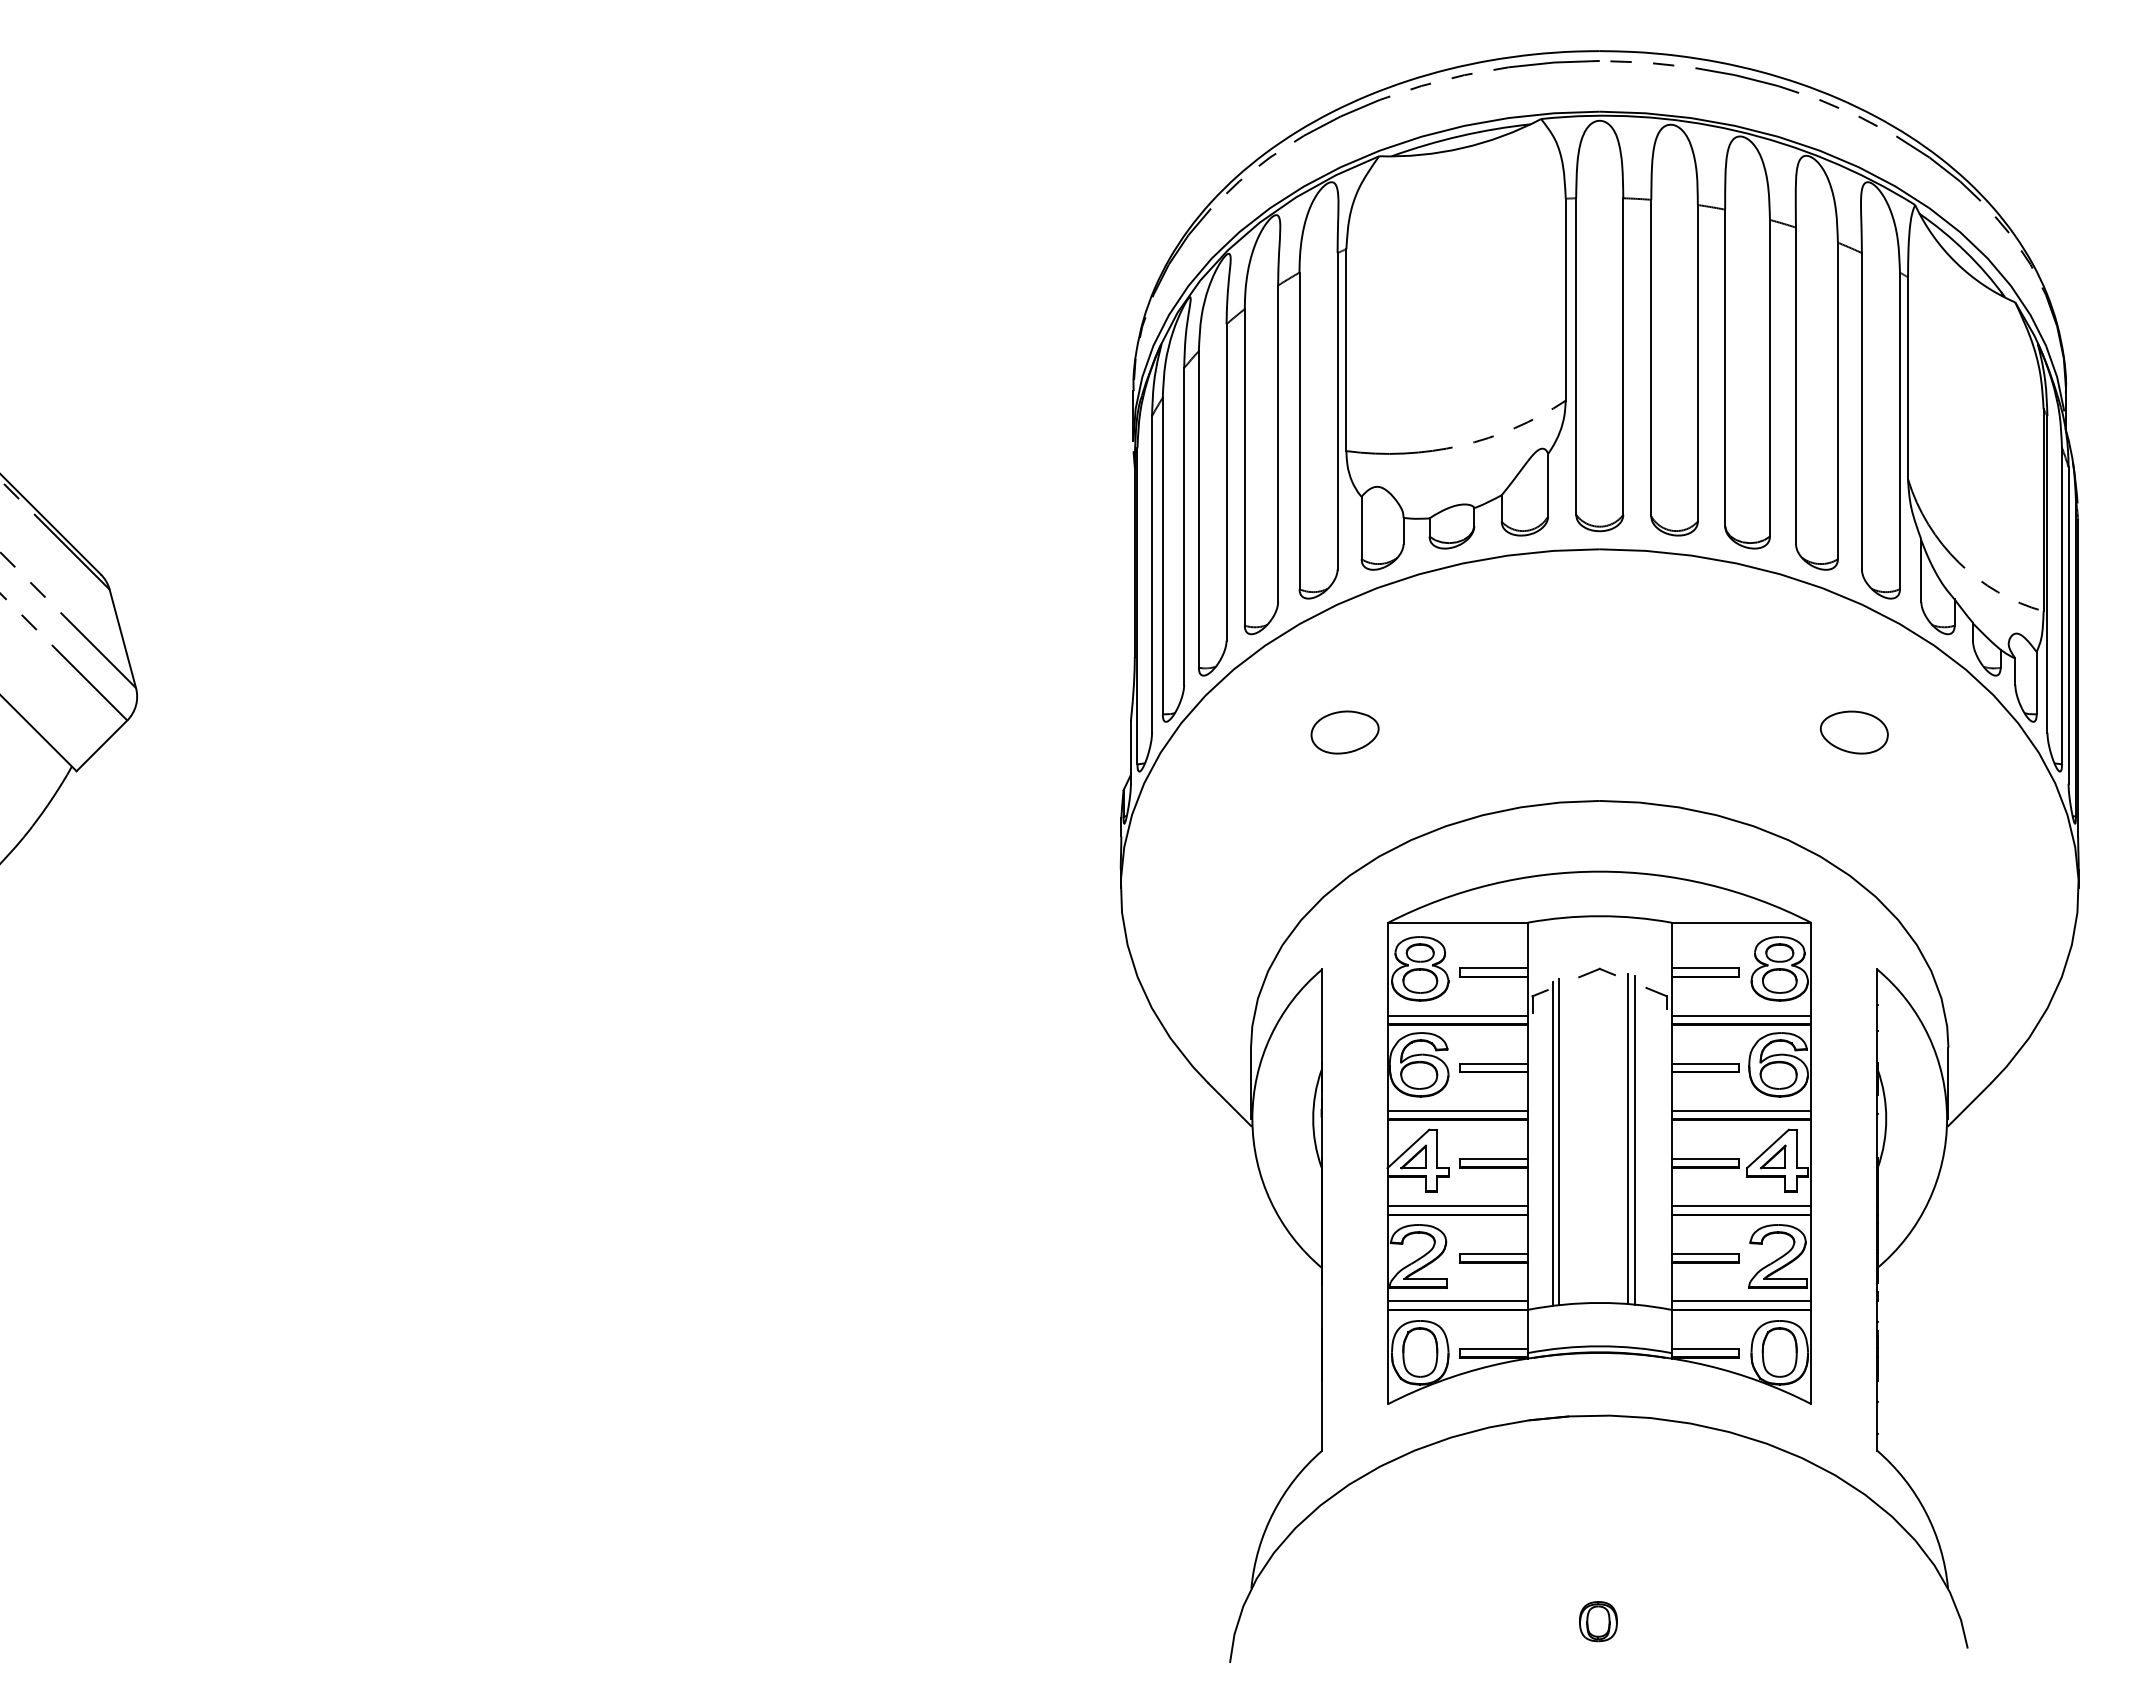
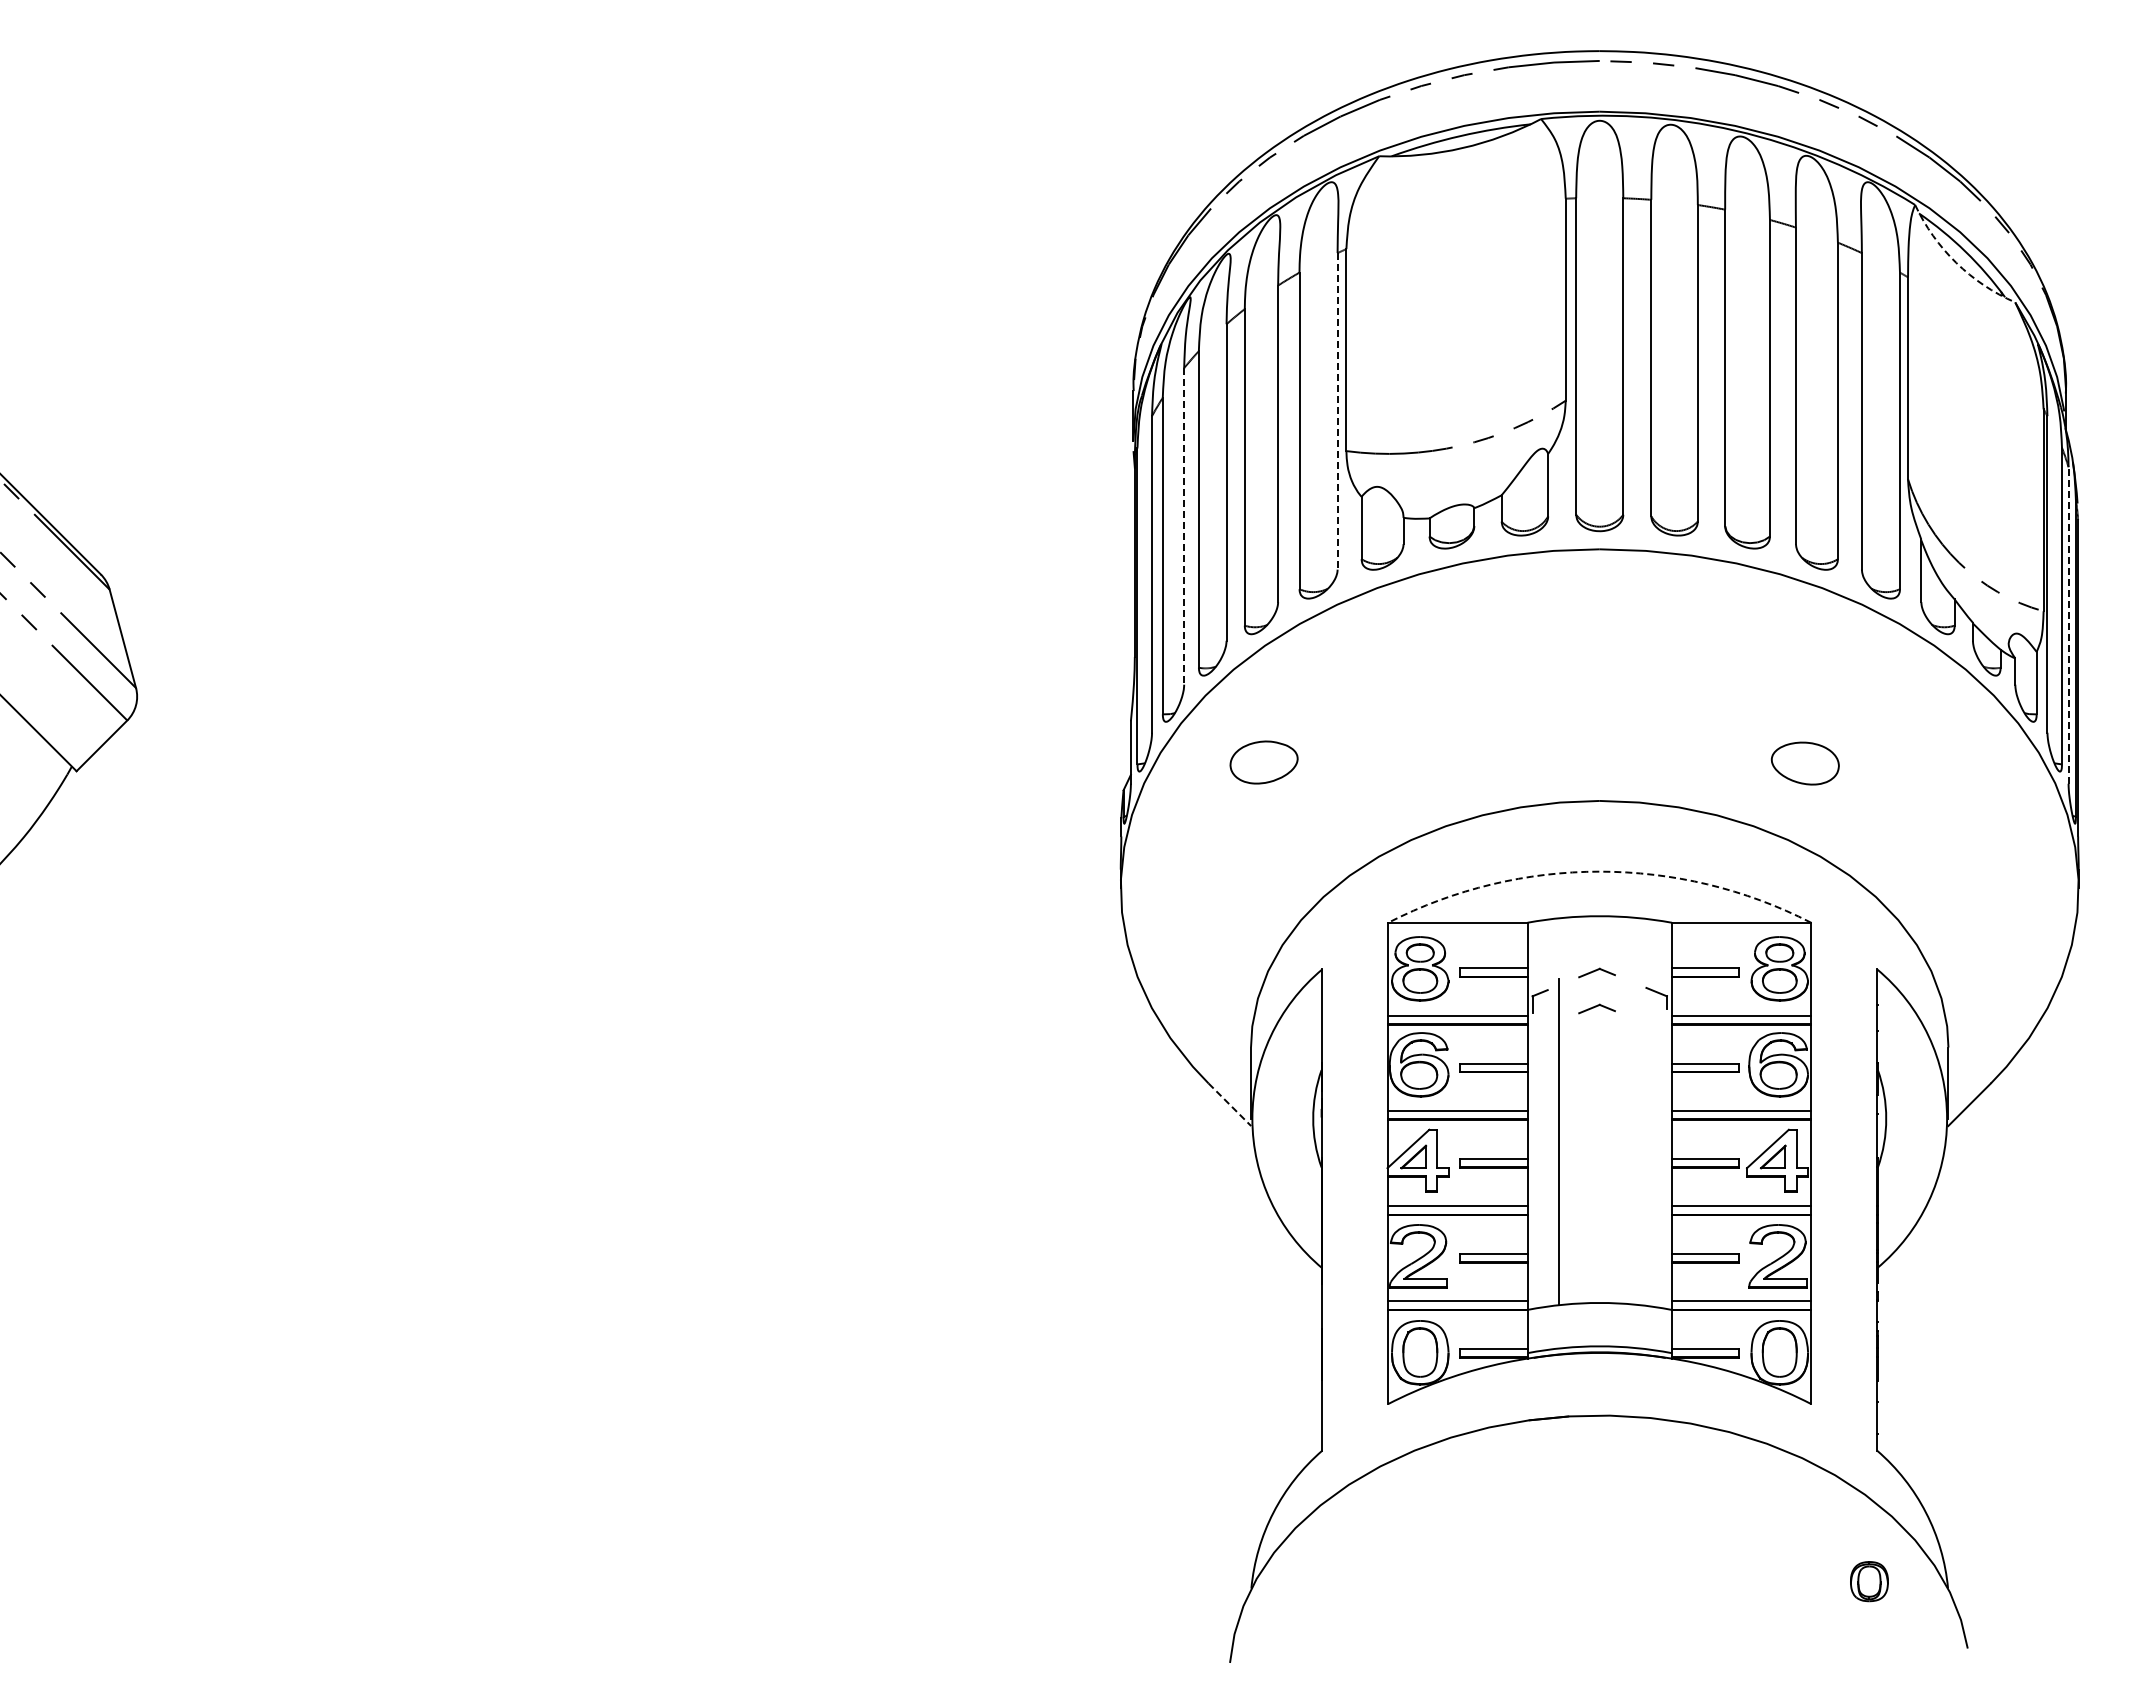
arc at (1956, 262): solid -> dashed
line at (1337, 411): solid -> dashed
line at (1184, 526): solid -> dashed
line at (2068, 624): solid -> dashed
part at (1344, 732) position: (1344, 732) -> (1263, 762)
part at (1853, 732) position: (1853, 732) -> (1804, 763)
arc at (1599, 871): solid -> dashed
part at (1596, 1008): none -> present
line at (1230, 1105): solid -> dashed
line at (1628, 1139): present -> none
line at (1634, 1140): present -> none
line at (1553, 1143): present -> none
part at (1598, 1621) position: (1598, 1621) -> (1869, 1581)
